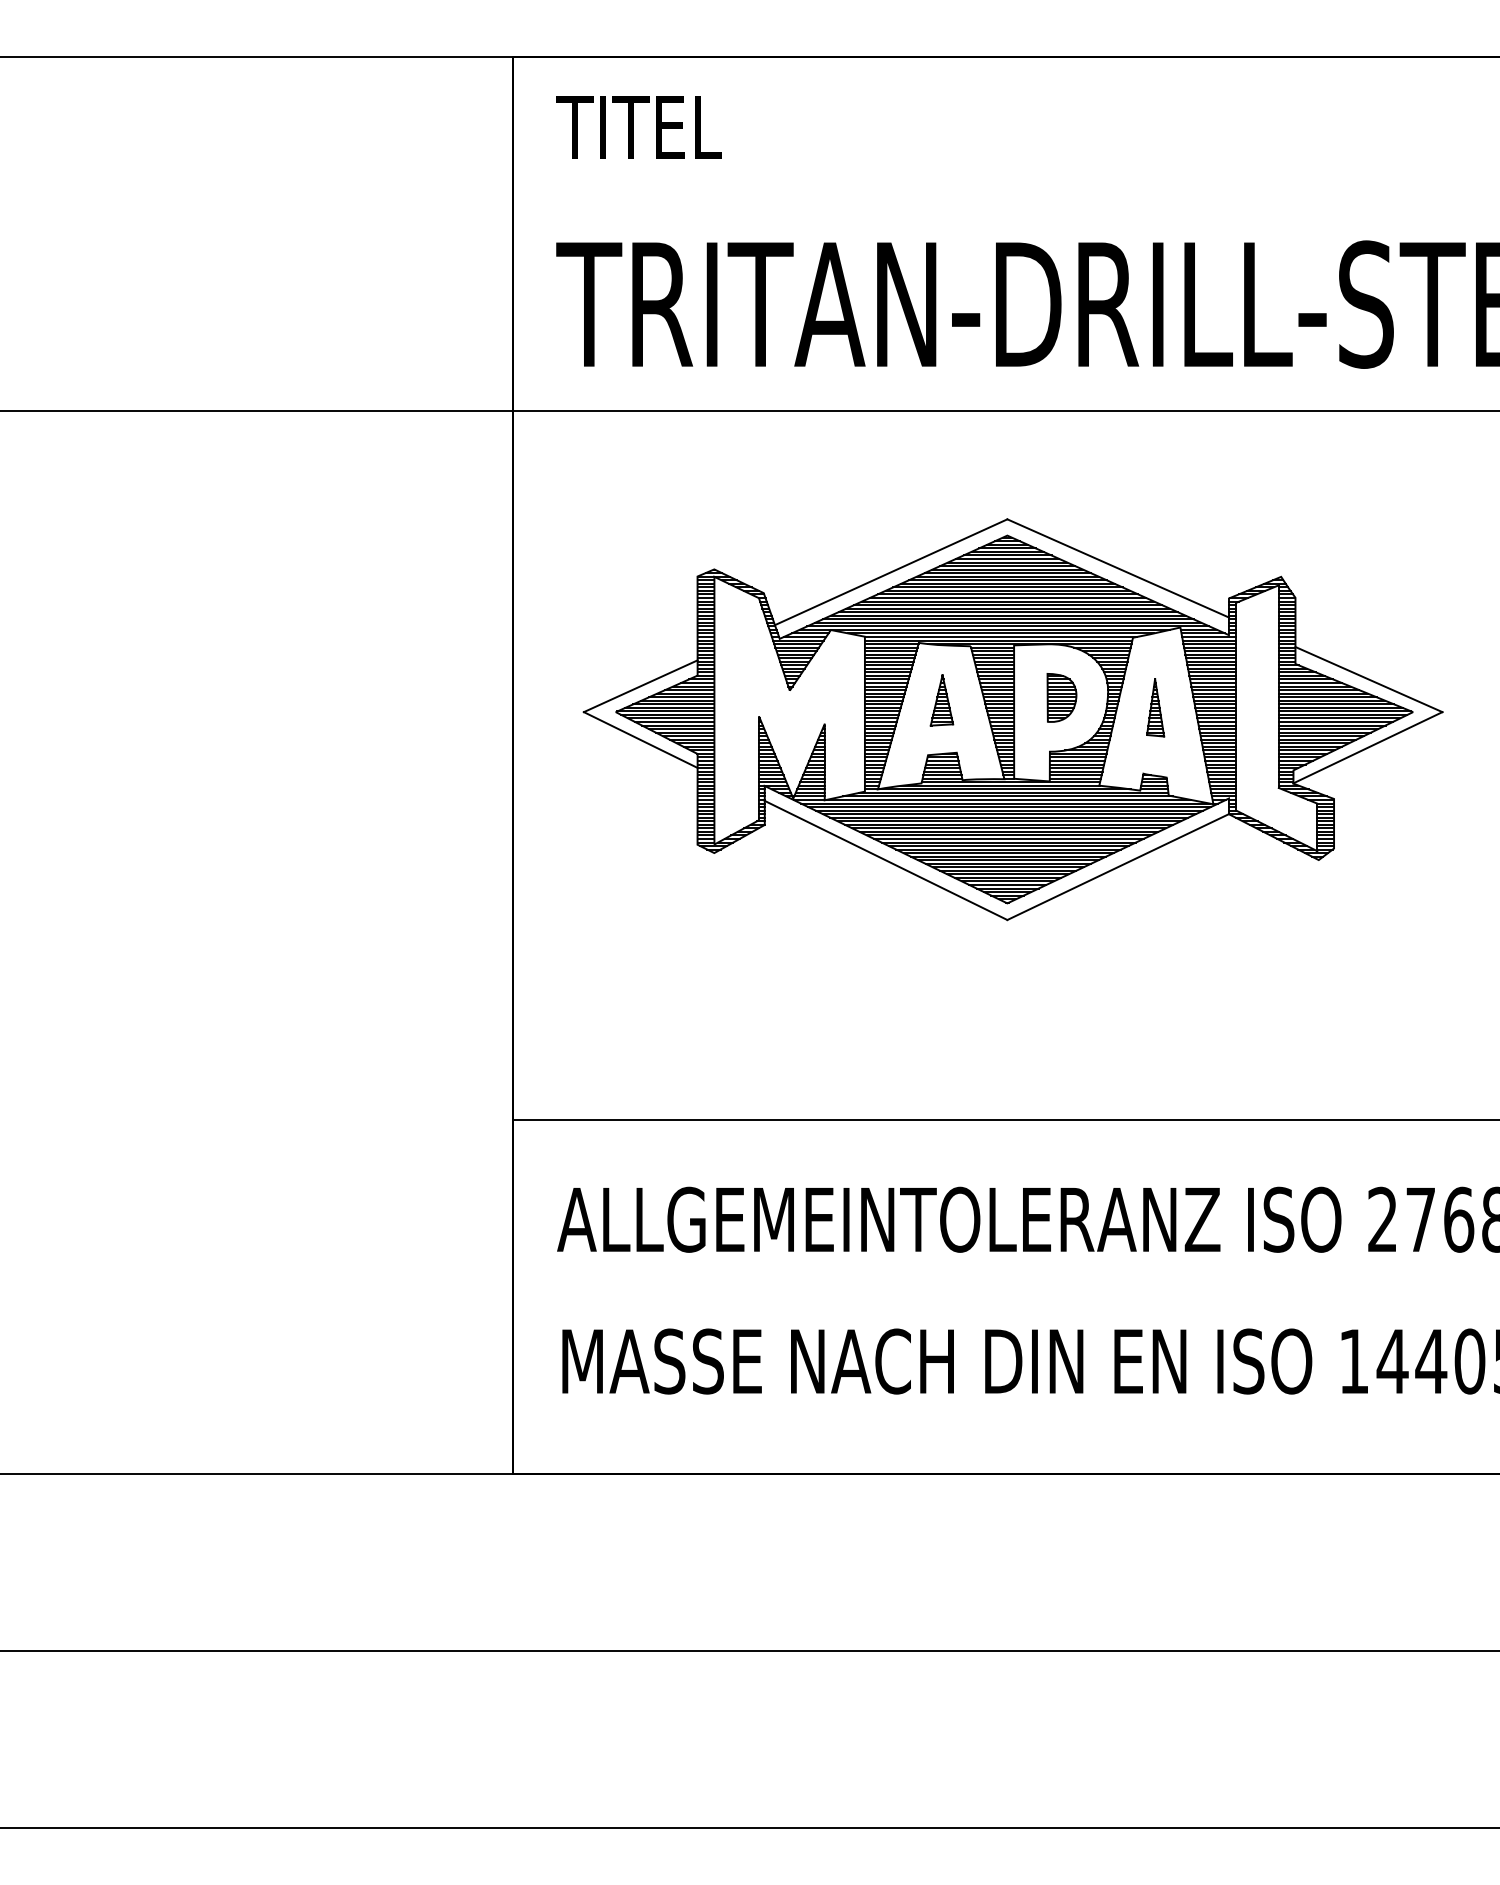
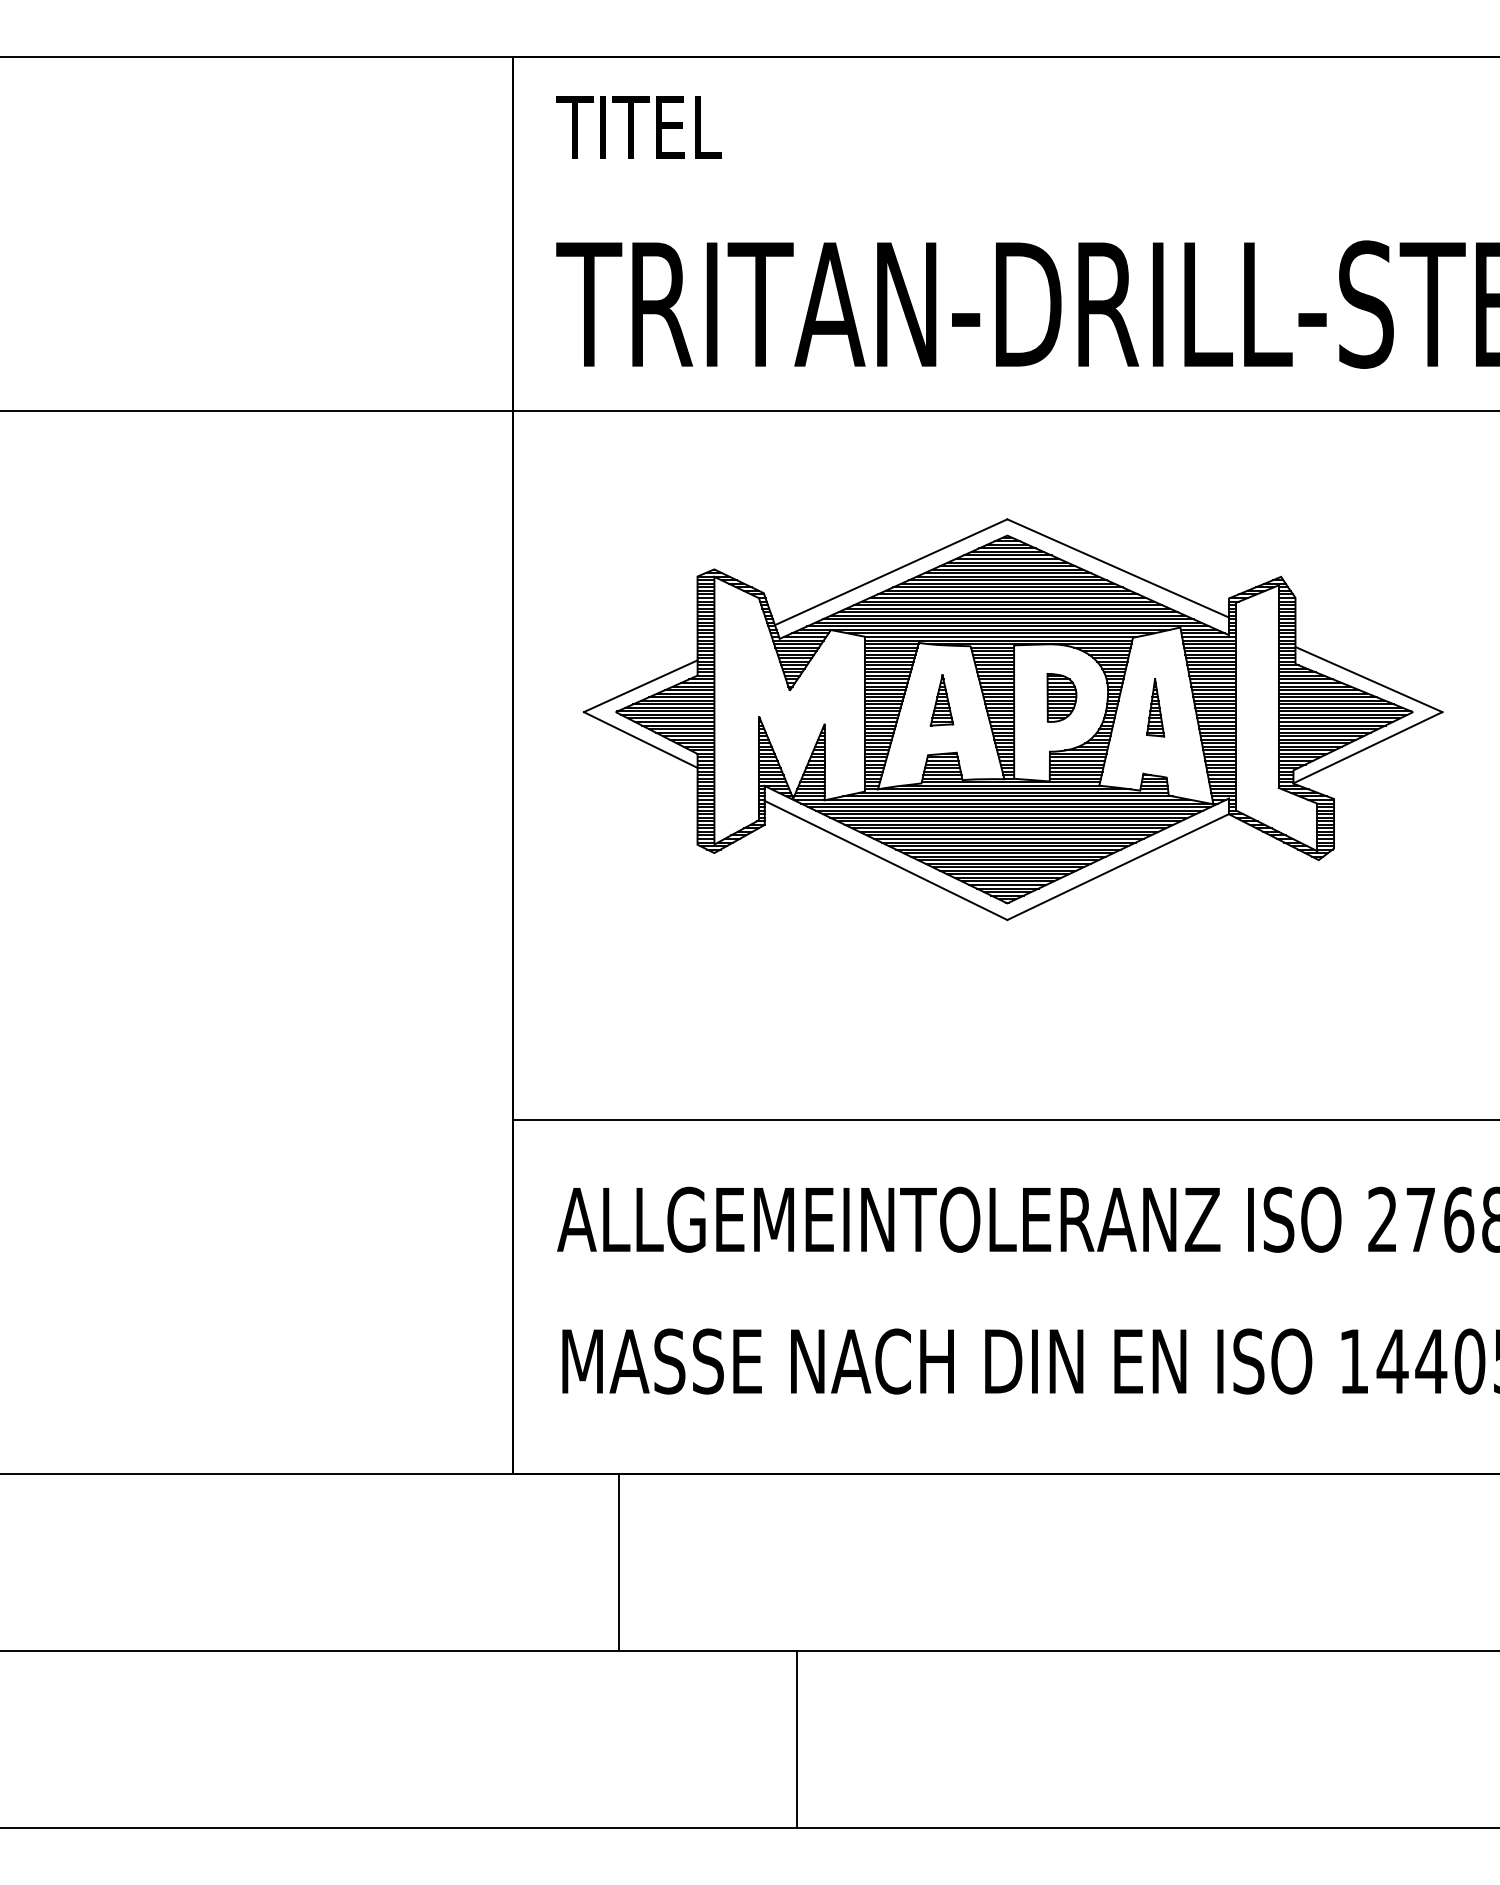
line at (619, 1562): none -> present
line at (796, 1739): none -> present
